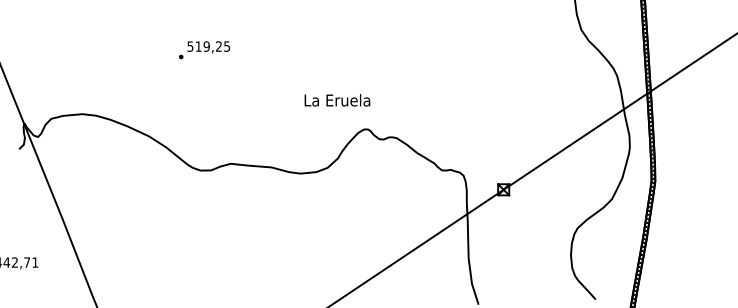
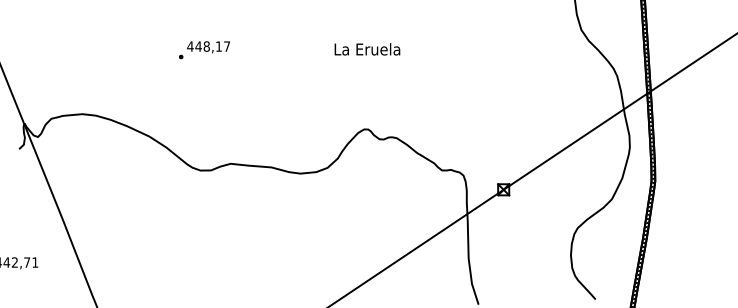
text at (208, 46): 519,25 -> 448,17
text at (337, 100) position: (337, 100) -> (367, 49)
